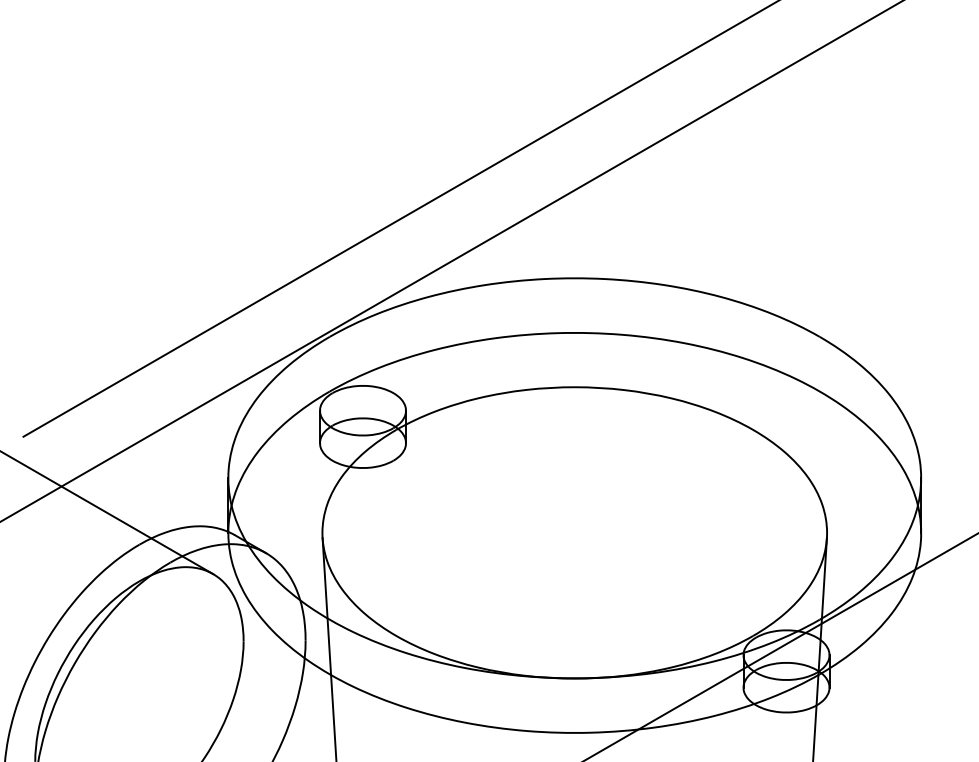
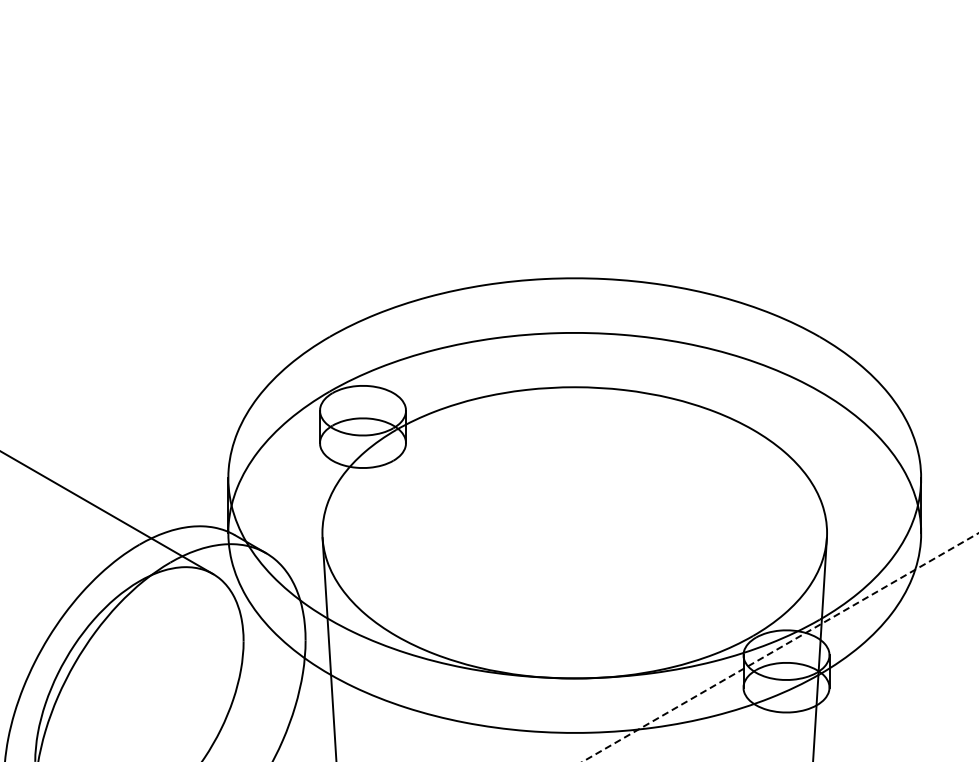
line at (399, 219): present -> none
line at (451, 261): present -> none
line at (780, 647): solid -> dashed
